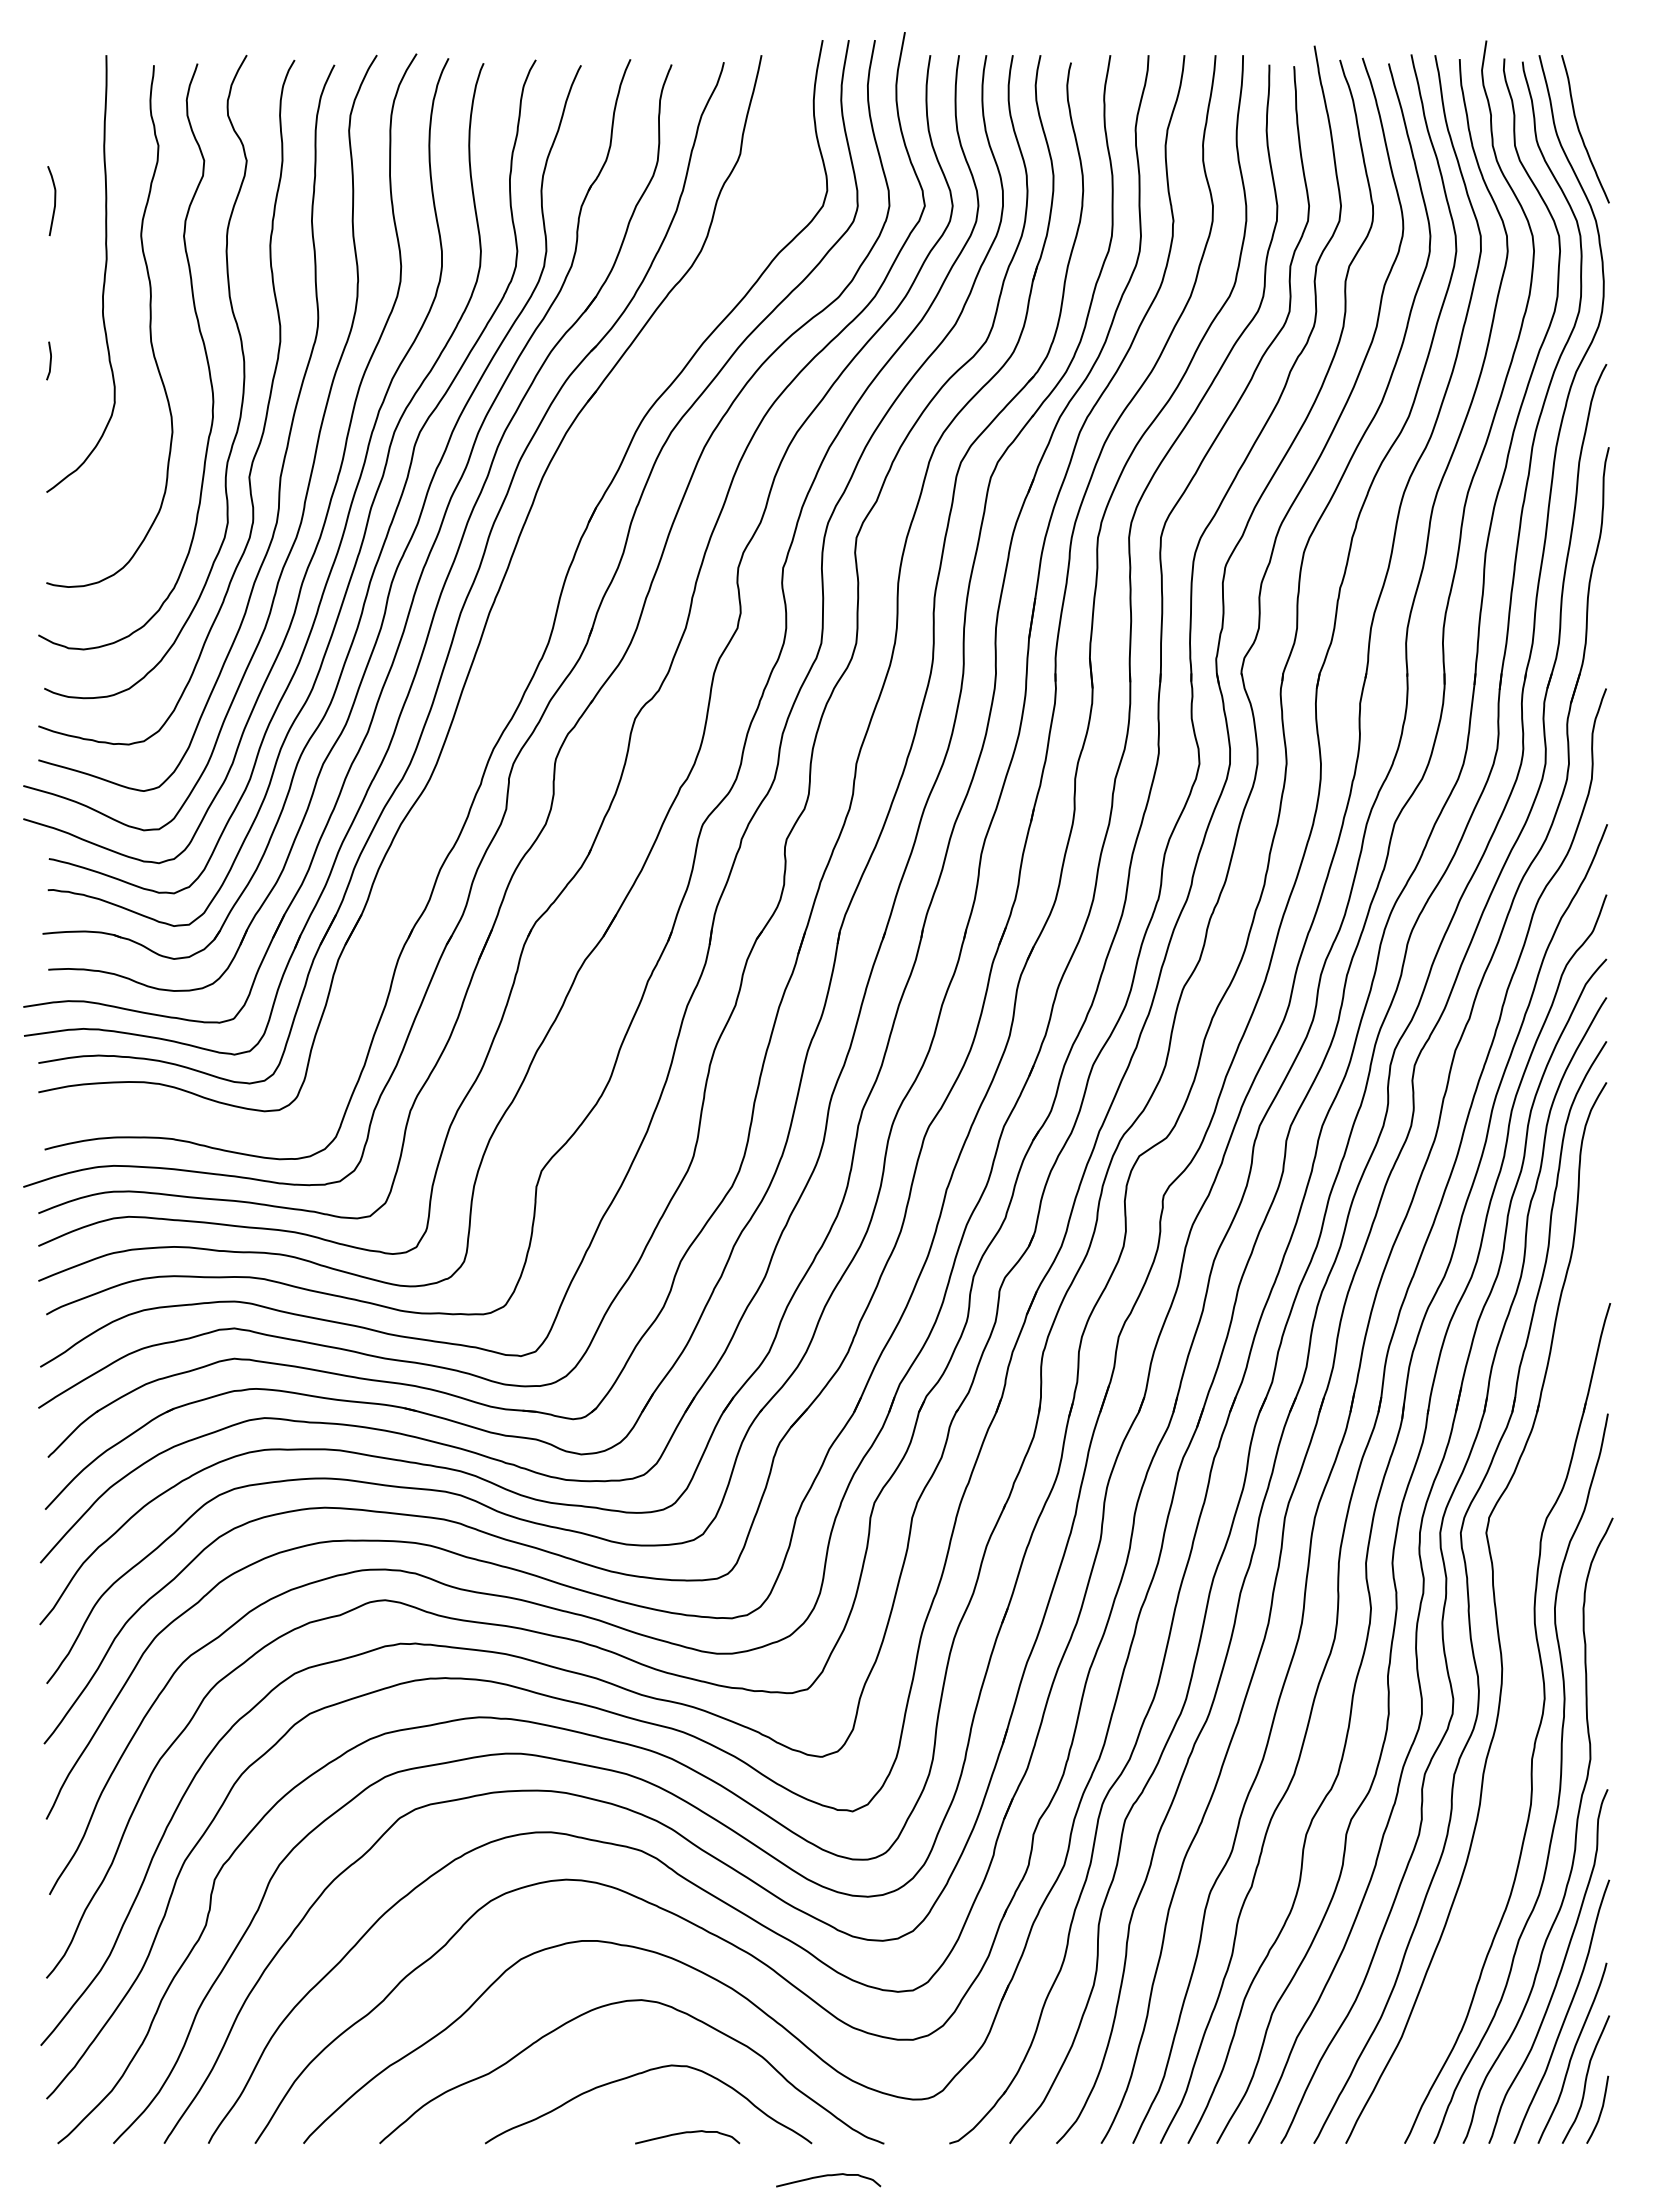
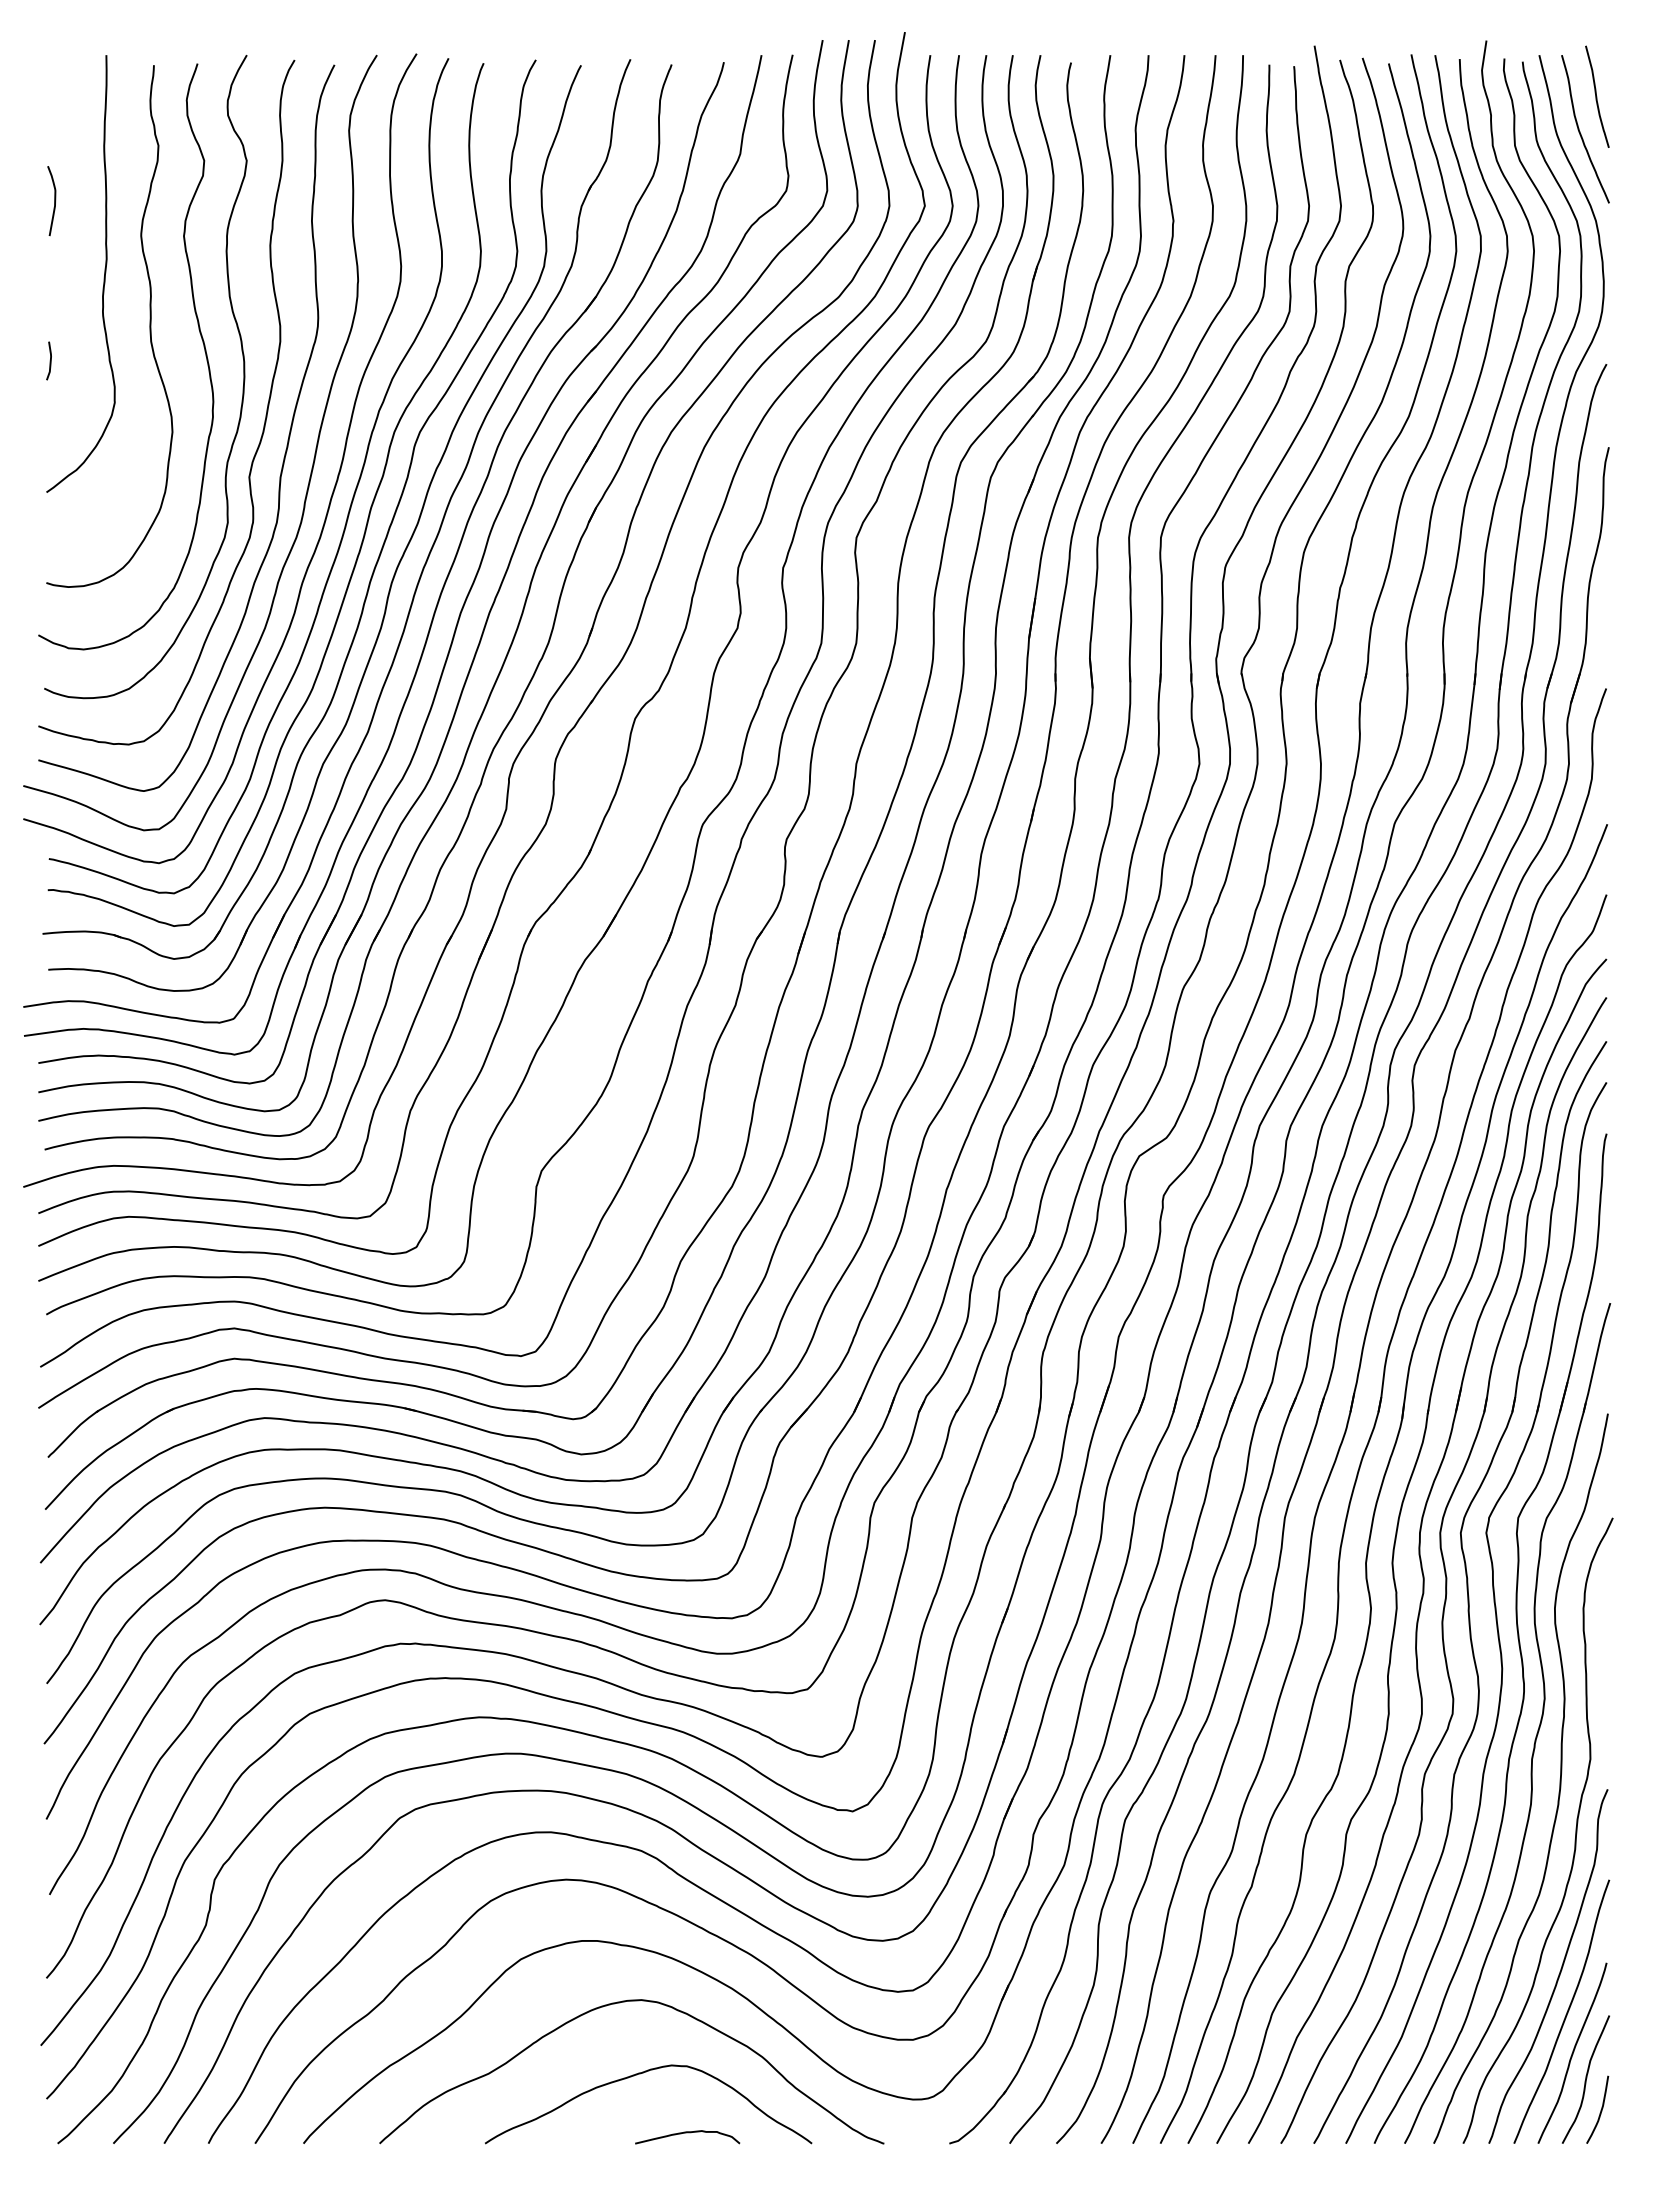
curve at (1597, 96): none -> present
part at (513, 635): none -> present
part at (1517, 1638): none -> present
curve at (828, 2176): present -> none
